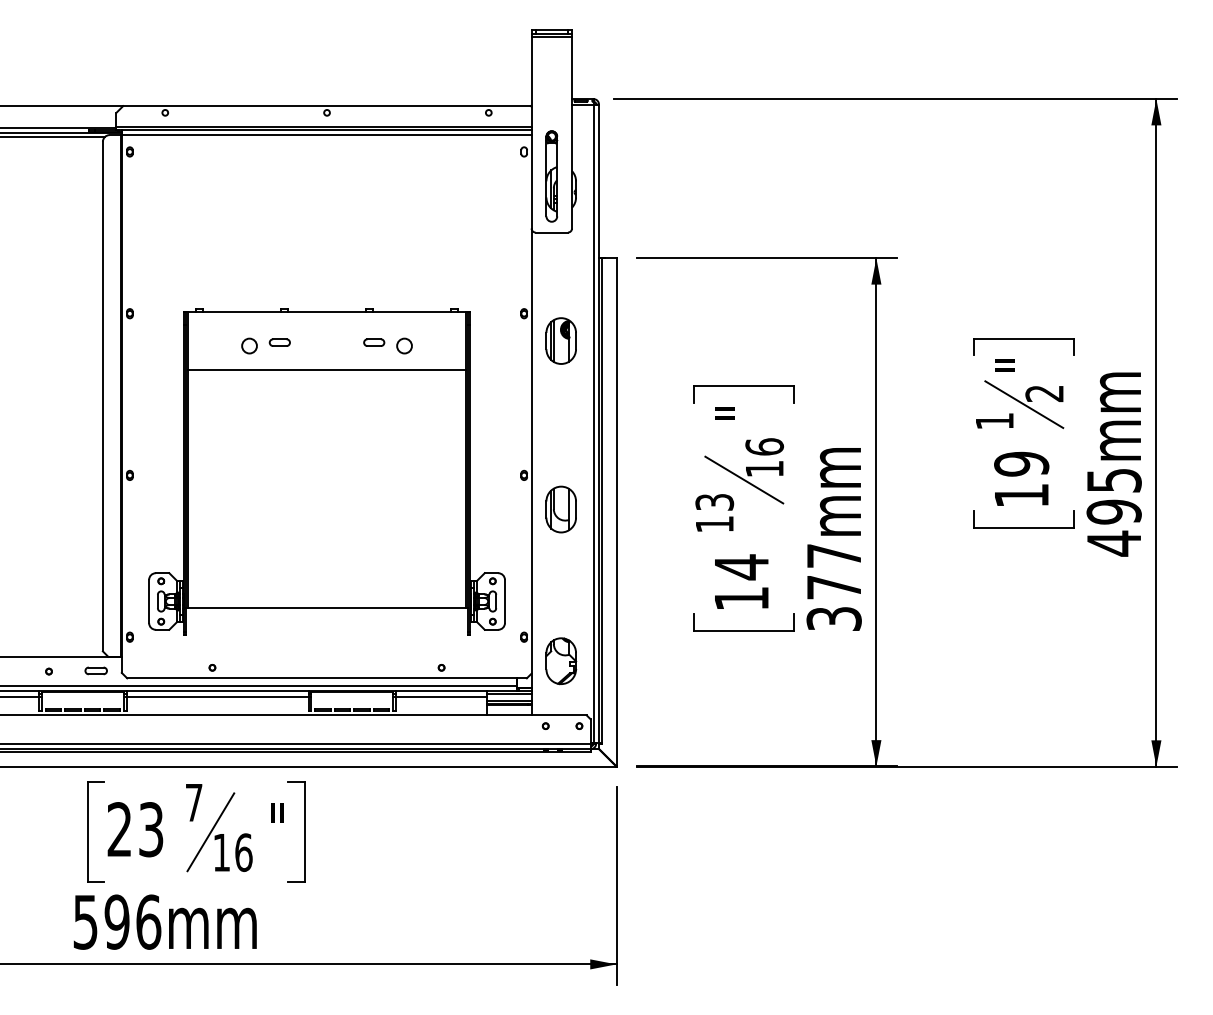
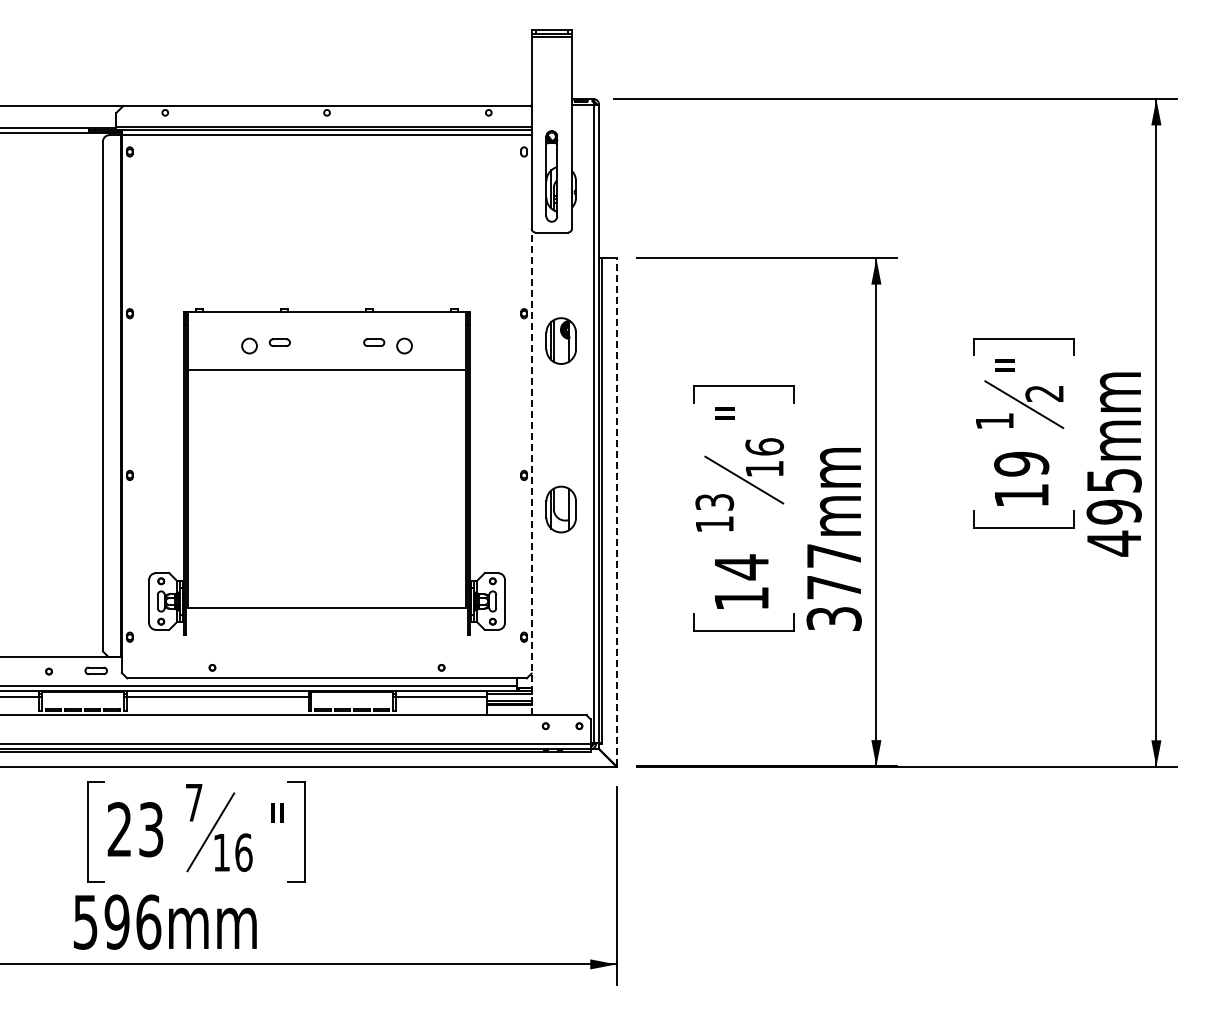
line at (53, 137): present -> none
line at (531, 471): solid -> dashed
line at (616, 511): solid -> dashed
part at (561, 661): present -> none
